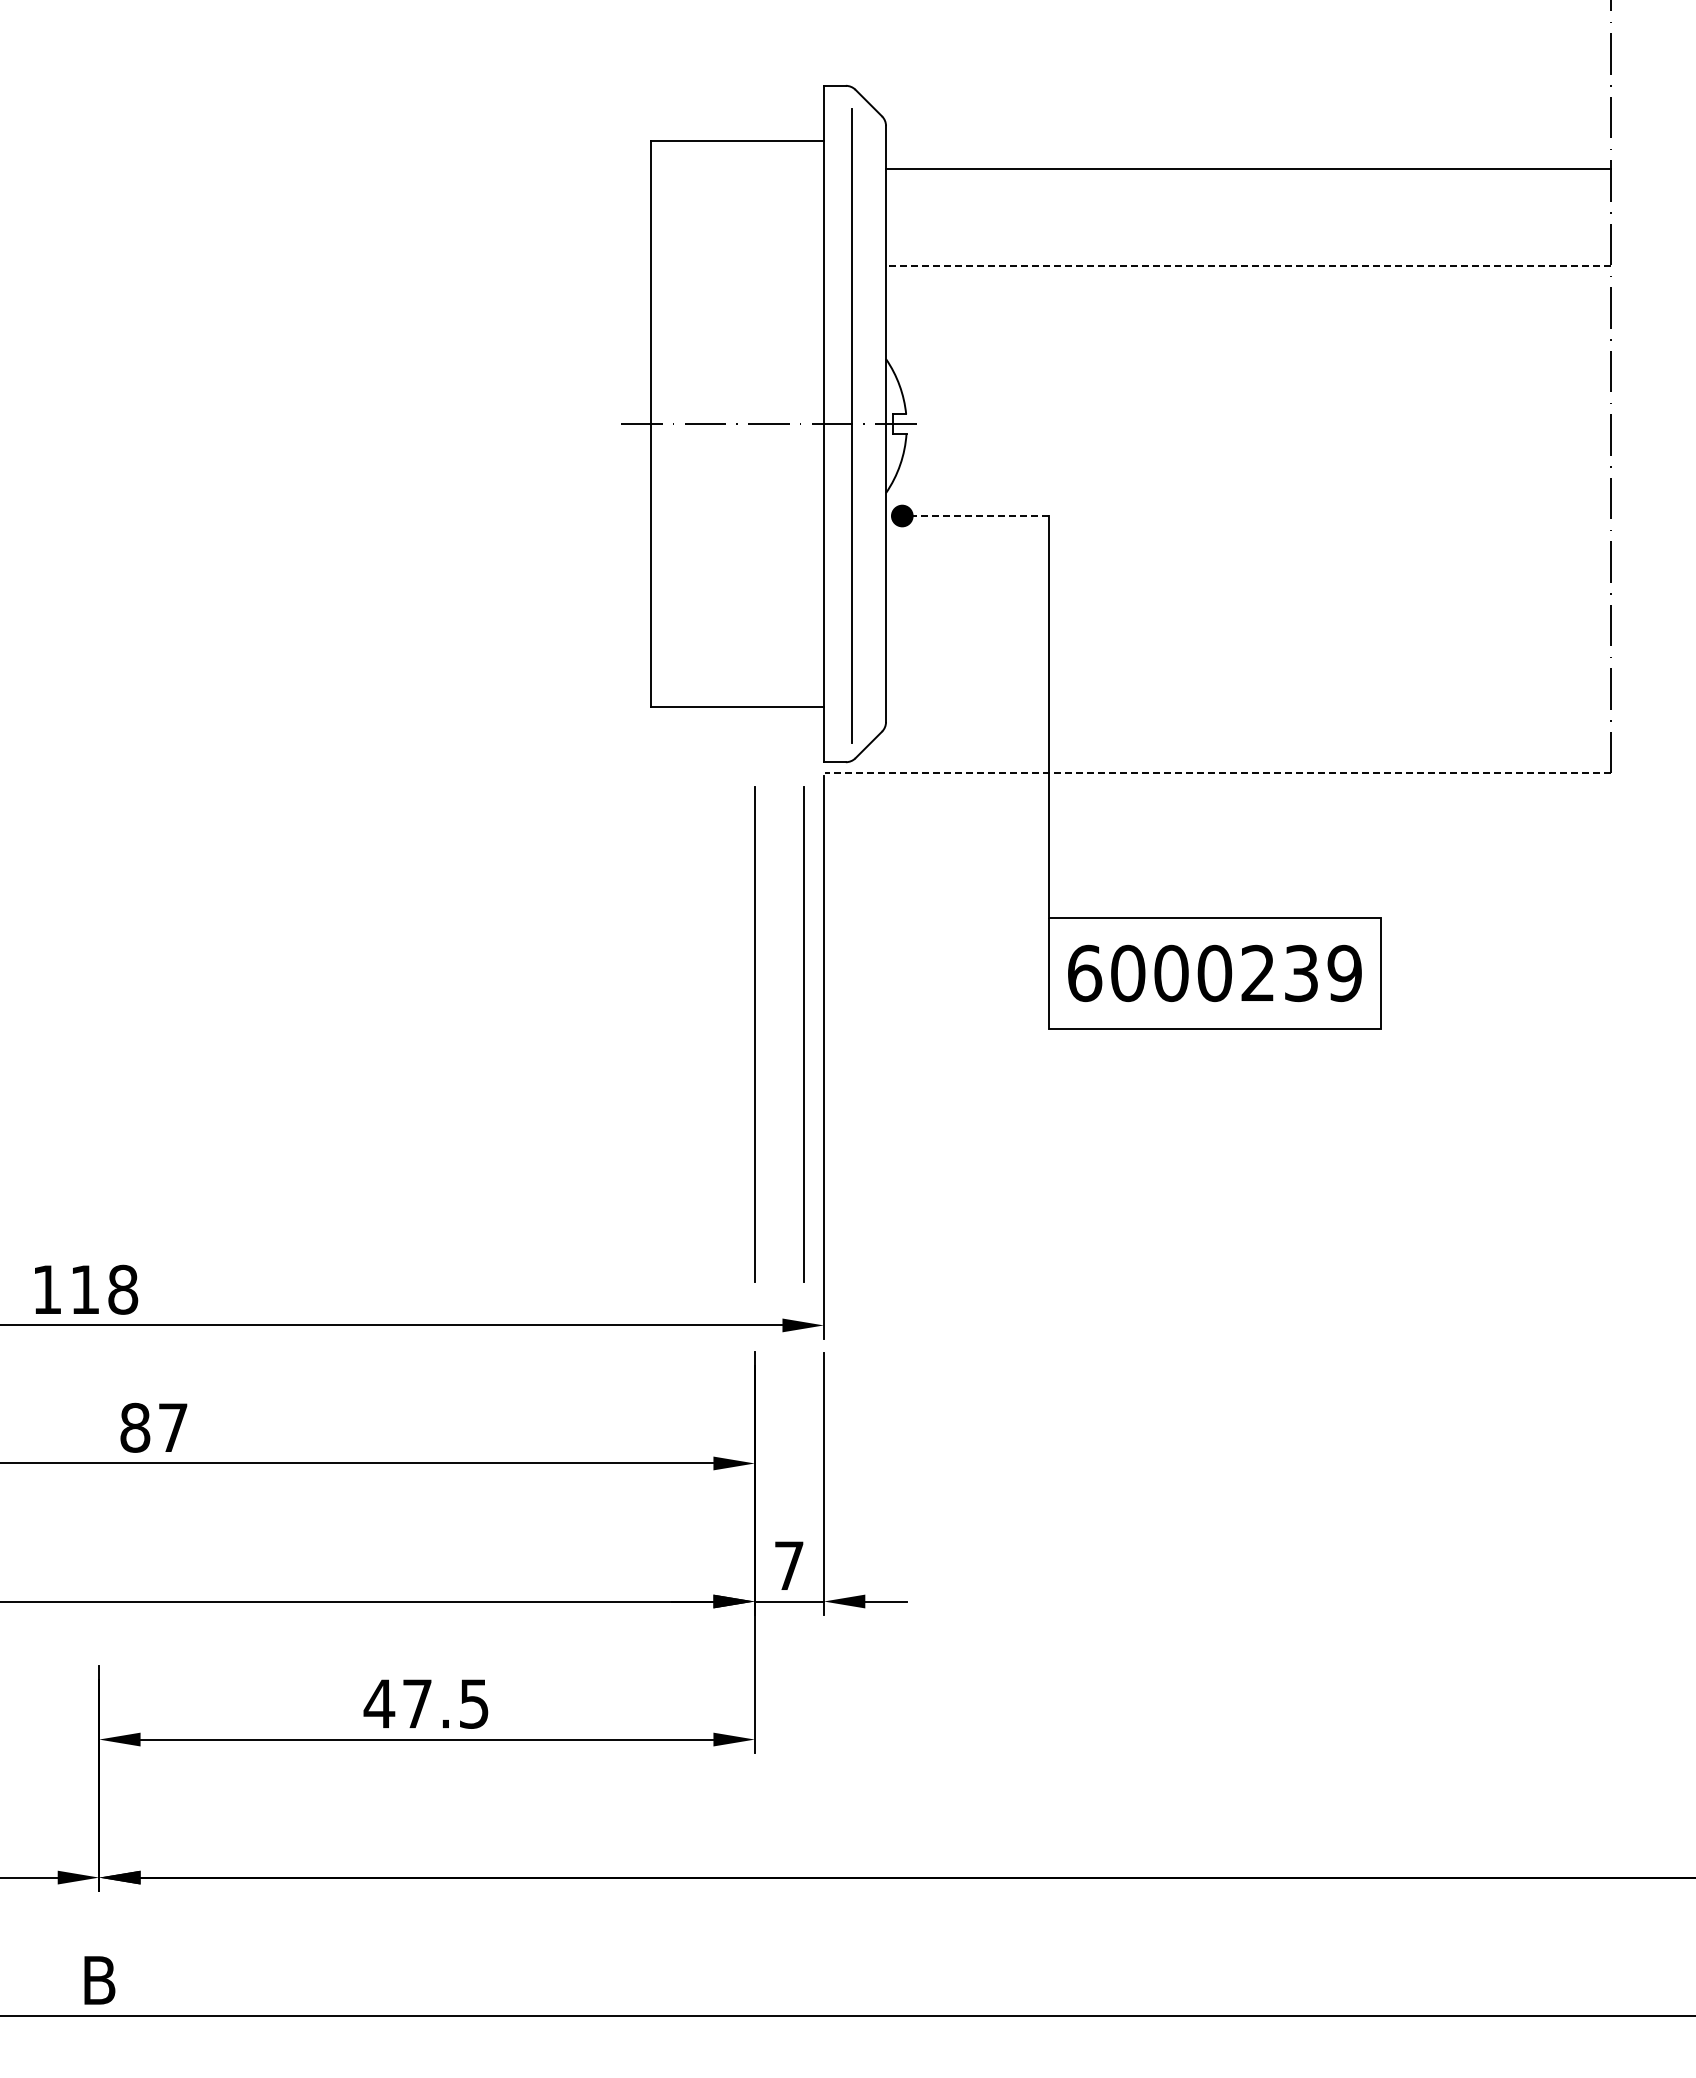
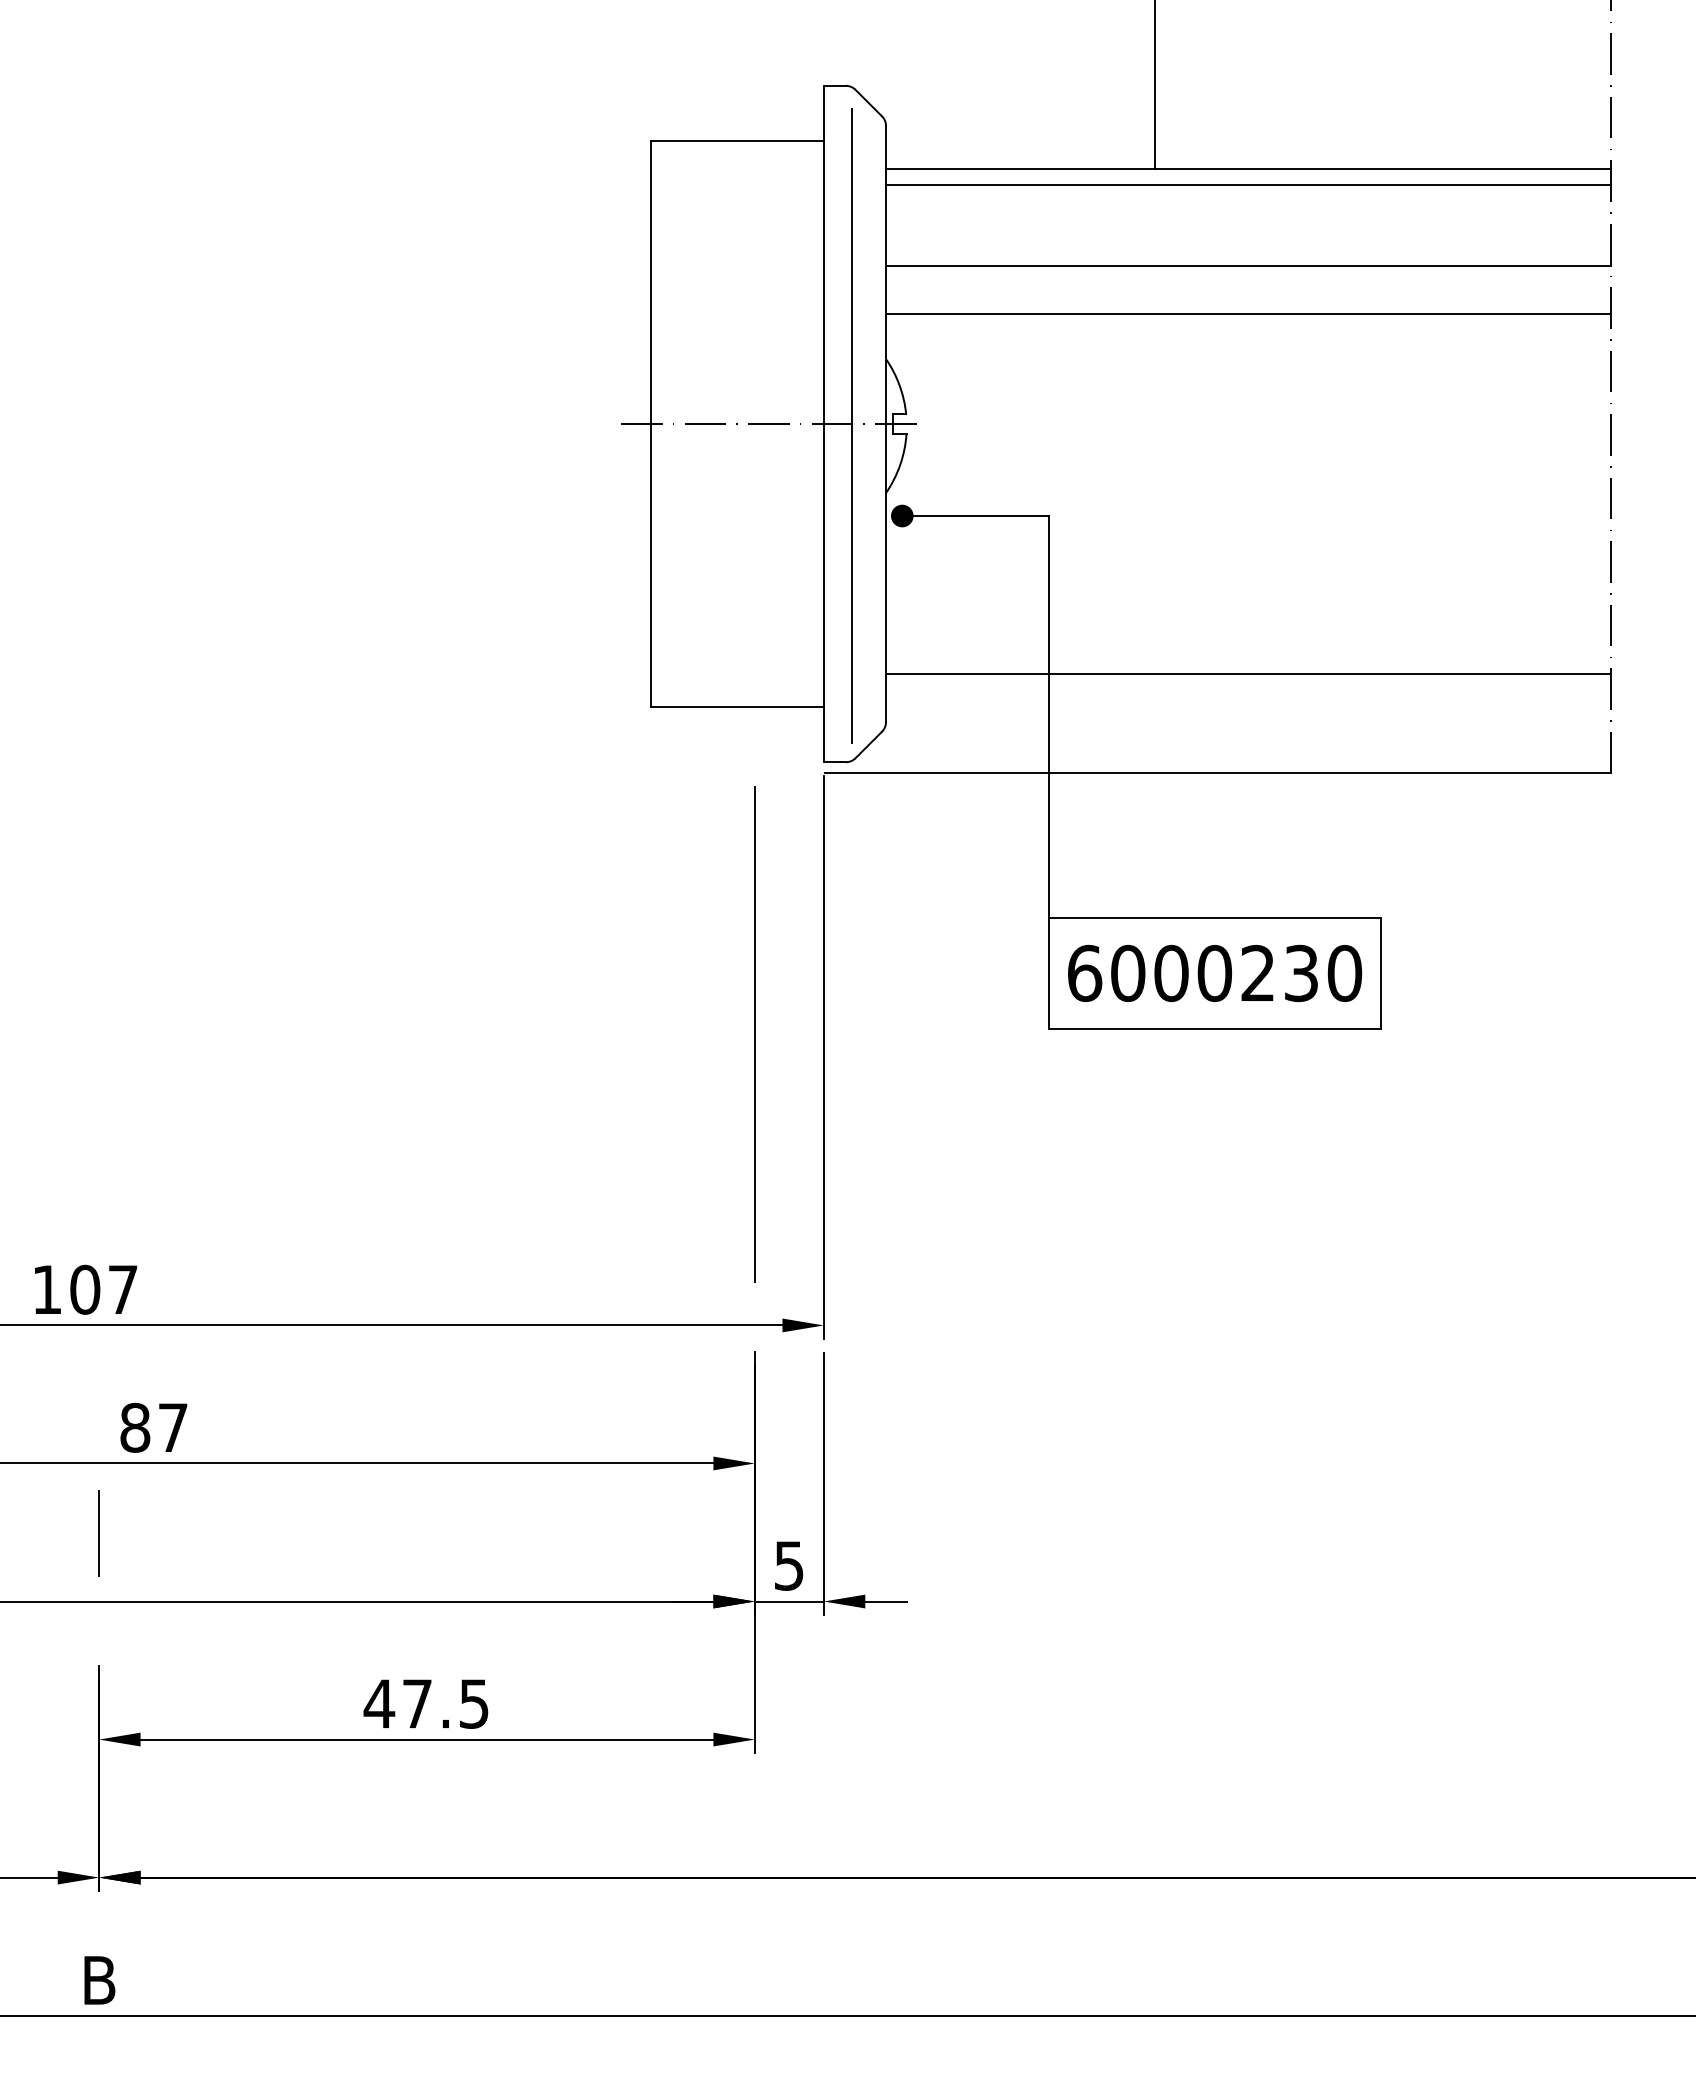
line at (1154, 85): none -> present
line at (1248, 185): none -> present
line at (1247, 265): dashed -> solid
line at (1248, 314): none -> present
line at (975, 516): dashed -> solid
line at (1248, 673): none -> present
line at (1217, 773): dashed -> solid
text at (1344, 973): 6000239 -> 6000230
line at (803, 1034): present -> none
text at (104, 1289): 118 -> 107
line at (99, 1533): none -> present
text at (789, 1565): 7 -> 5
